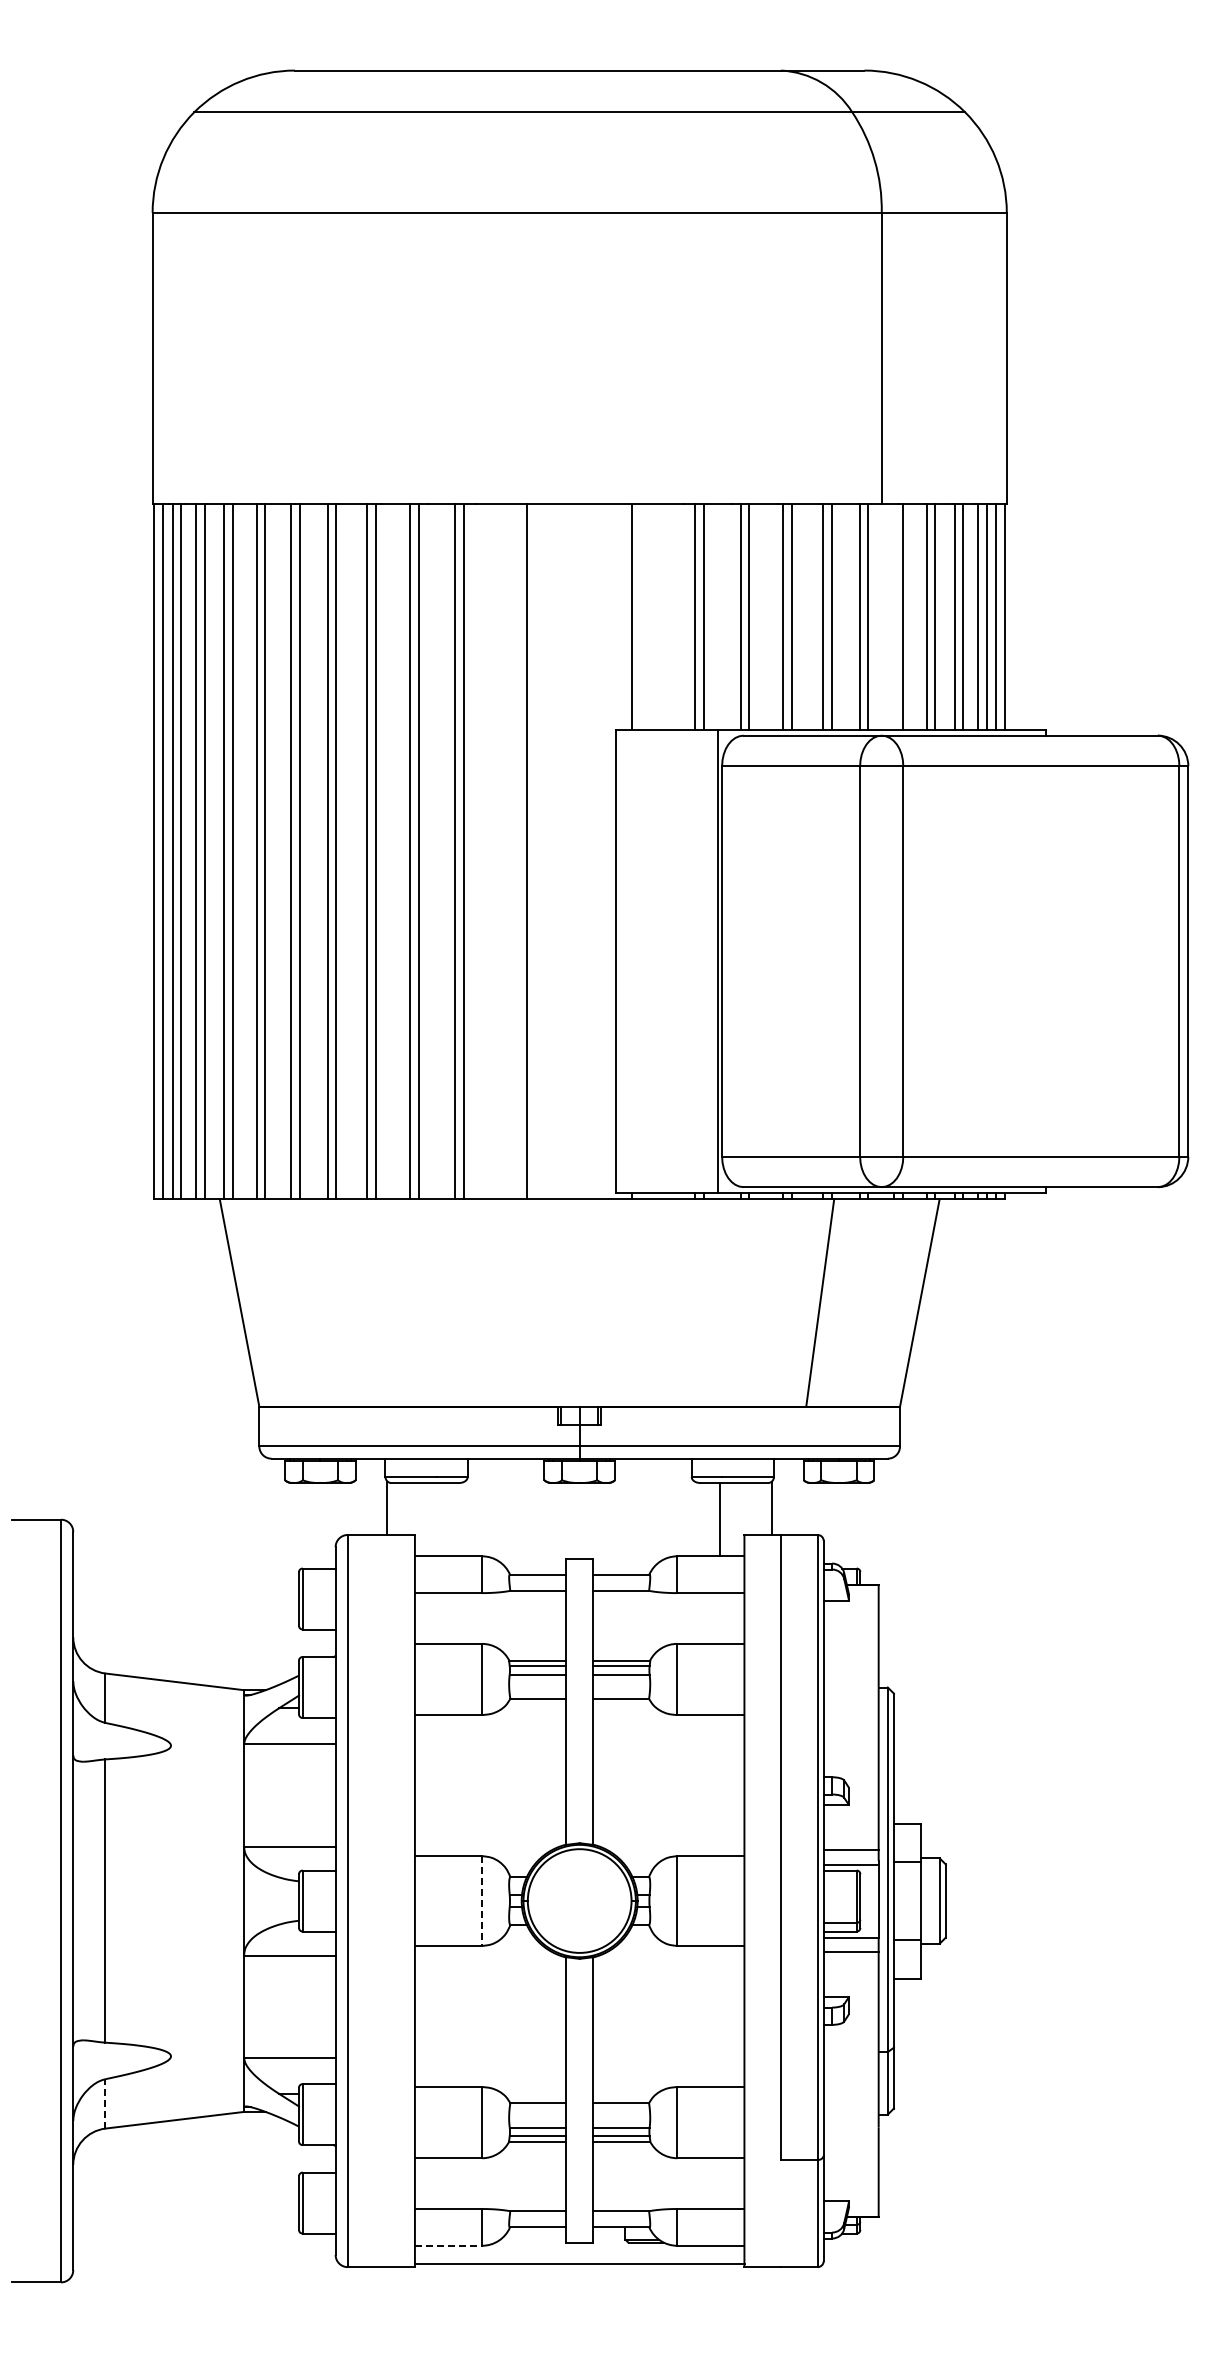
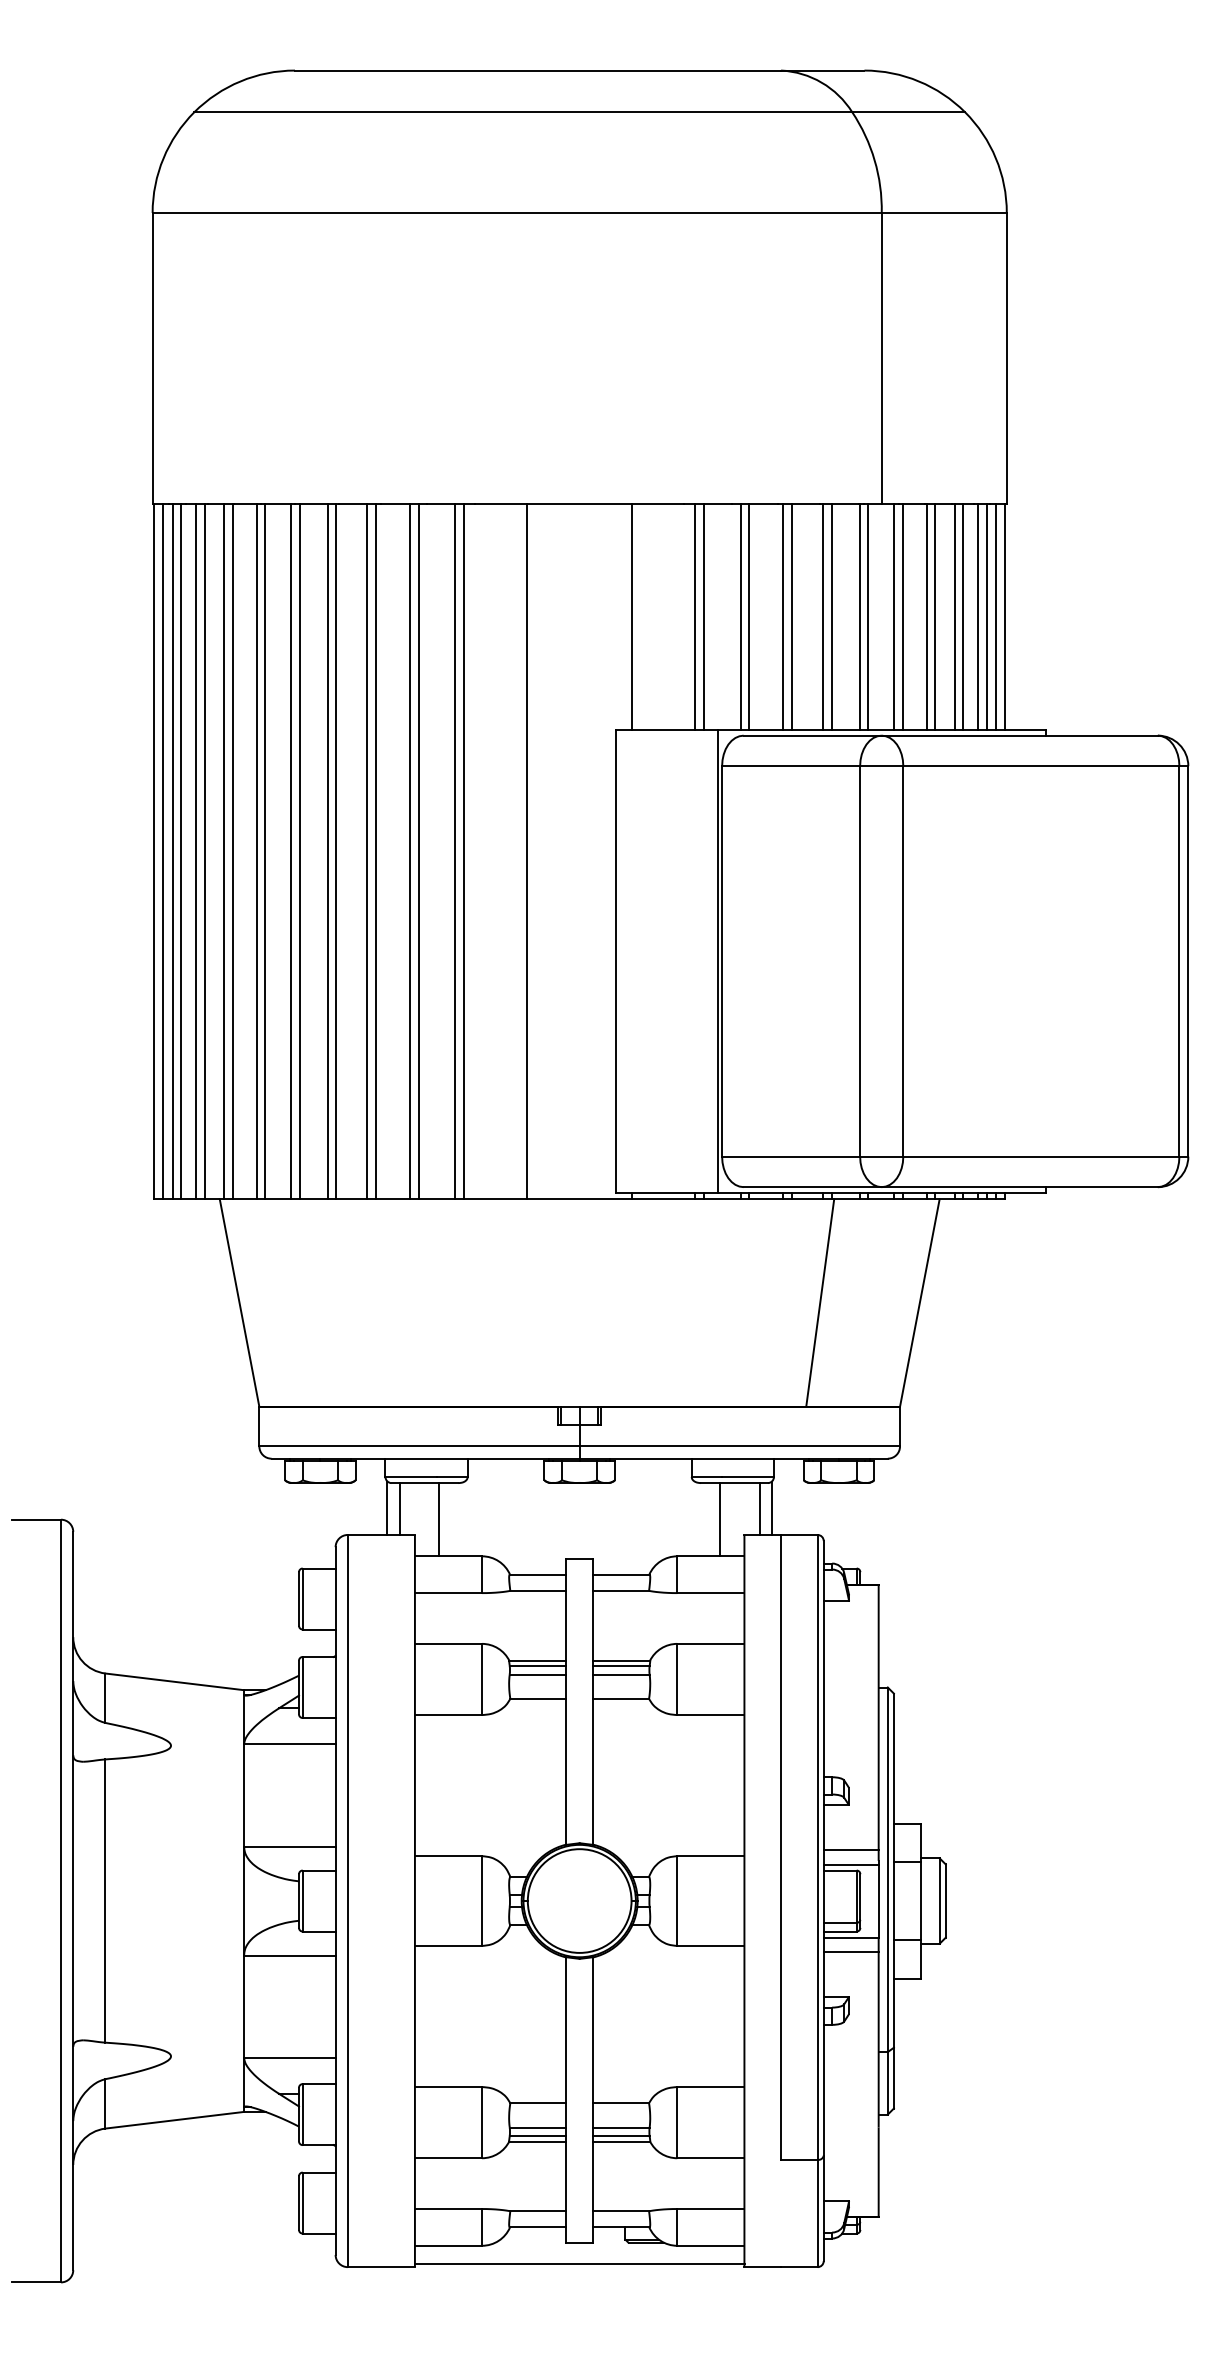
line at (894, 616): none -> present
line at (399, 1508): none -> present
line at (759, 1508): none -> present
line at (439, 1519): none -> present
line at (482, 1901): dashed -> solid
line at (105, 2103): dashed -> solid
line at (448, 2245): dashed -> solid
